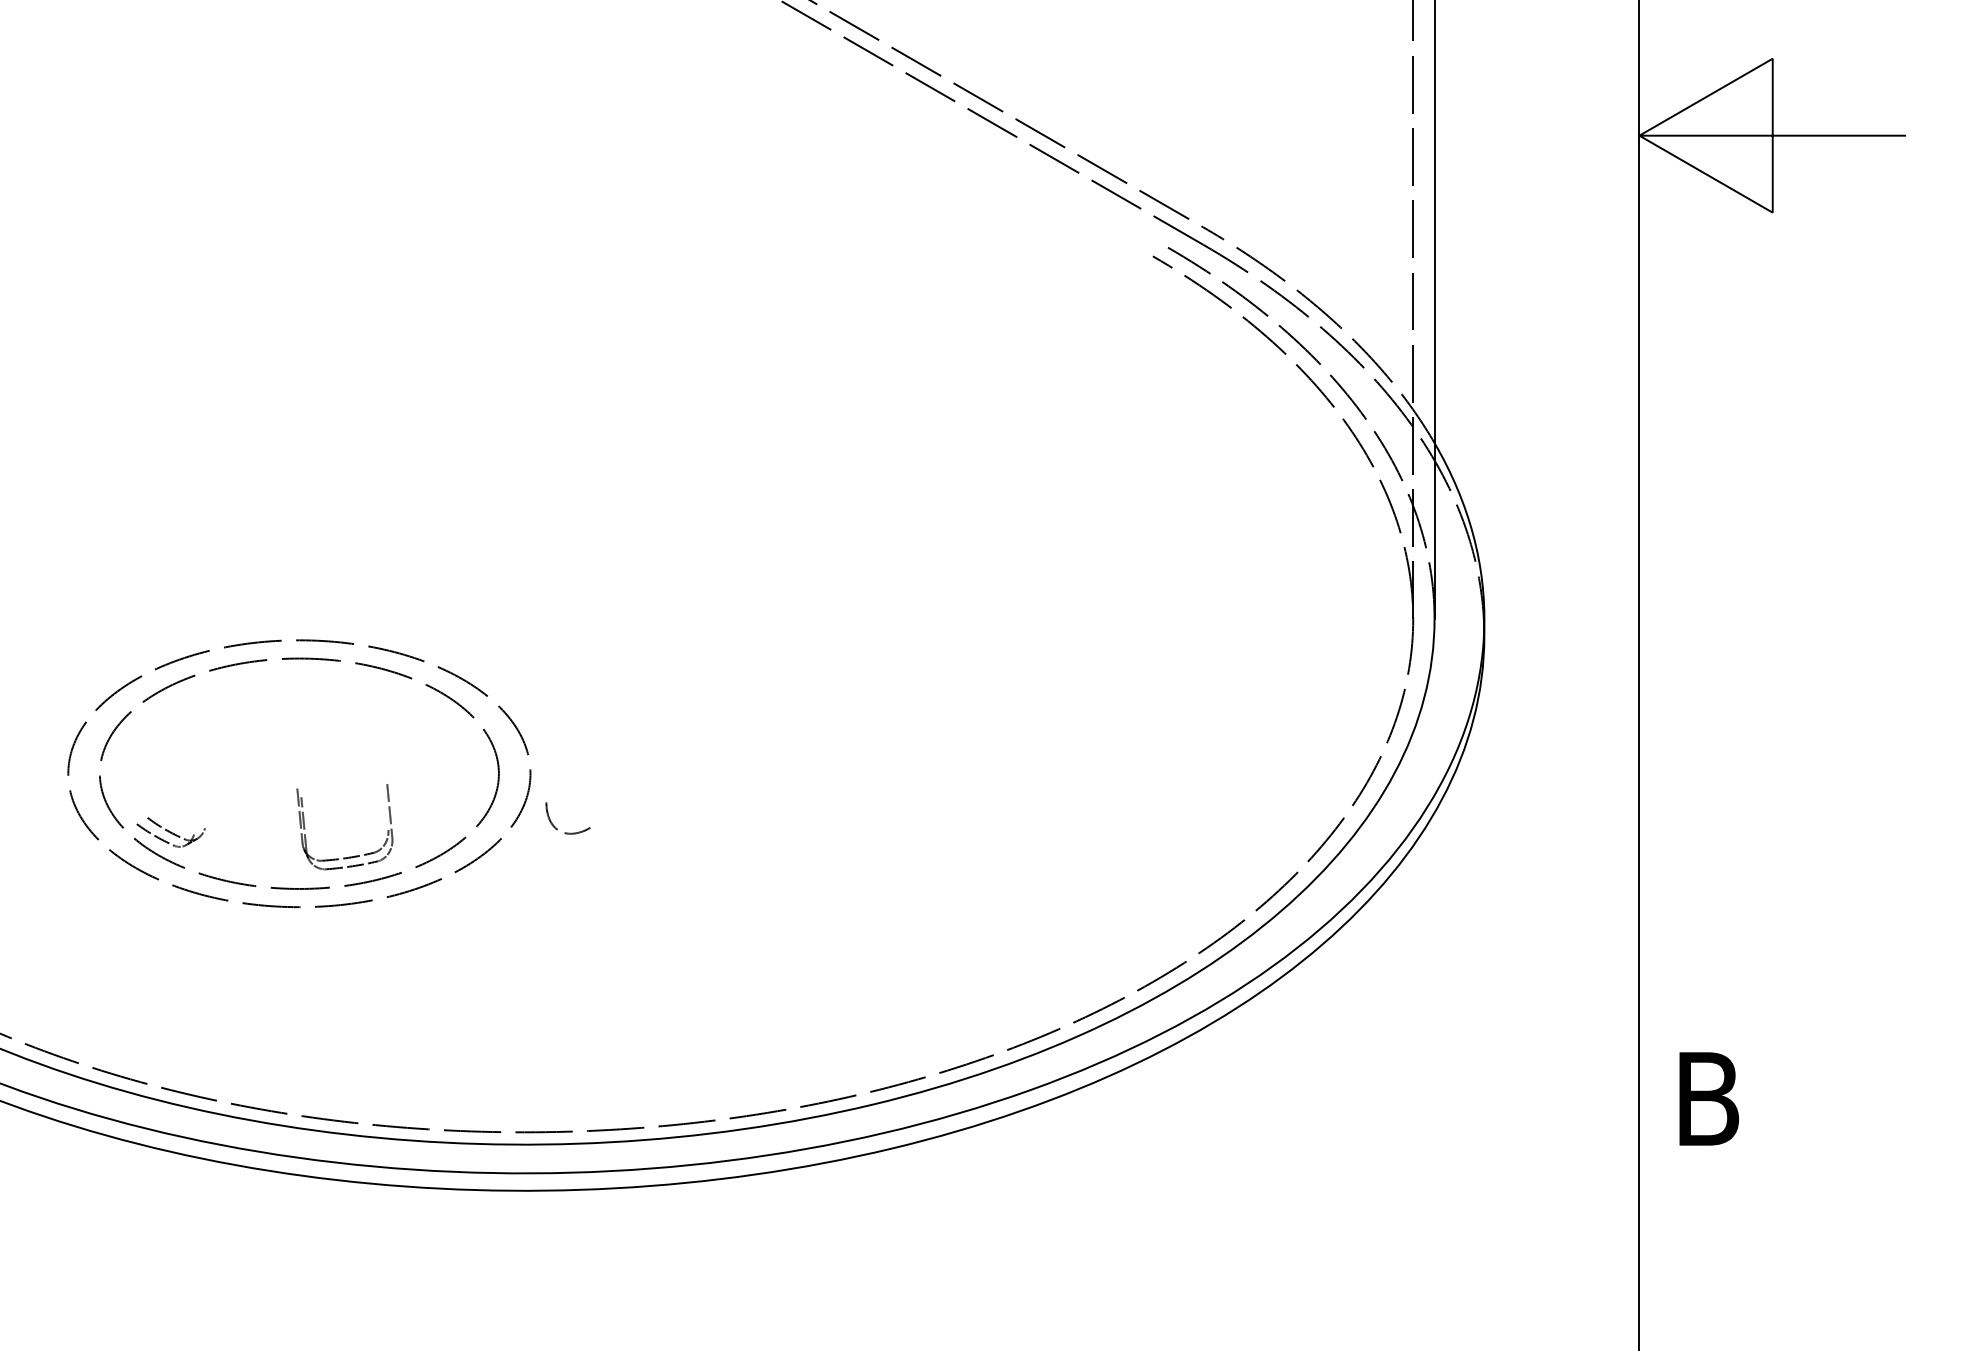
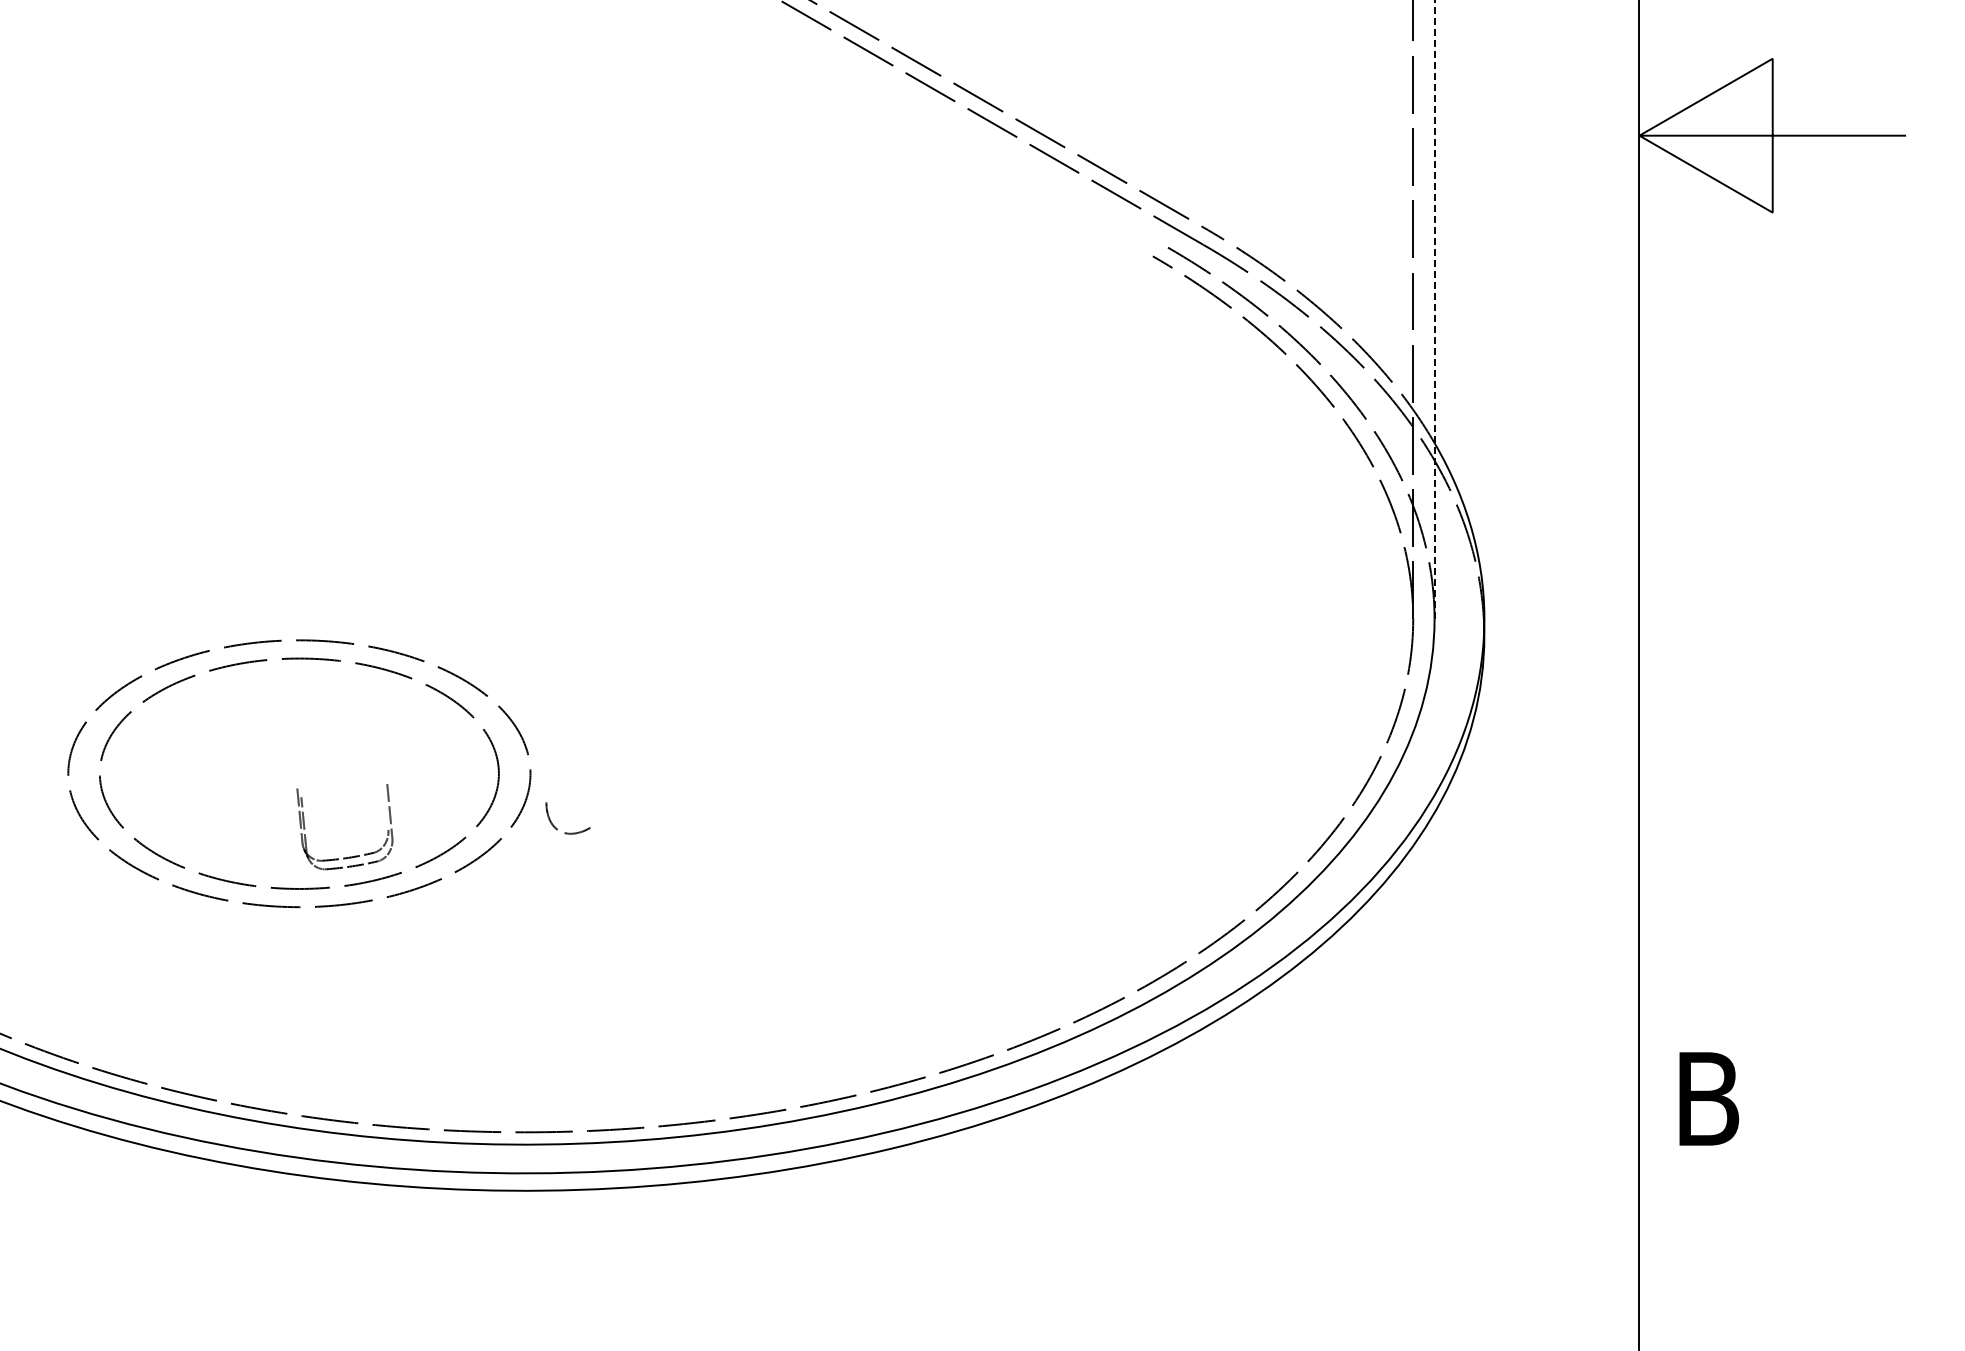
line at (1434, 309): solid -> dashed
part at (170, 832): present -> none
